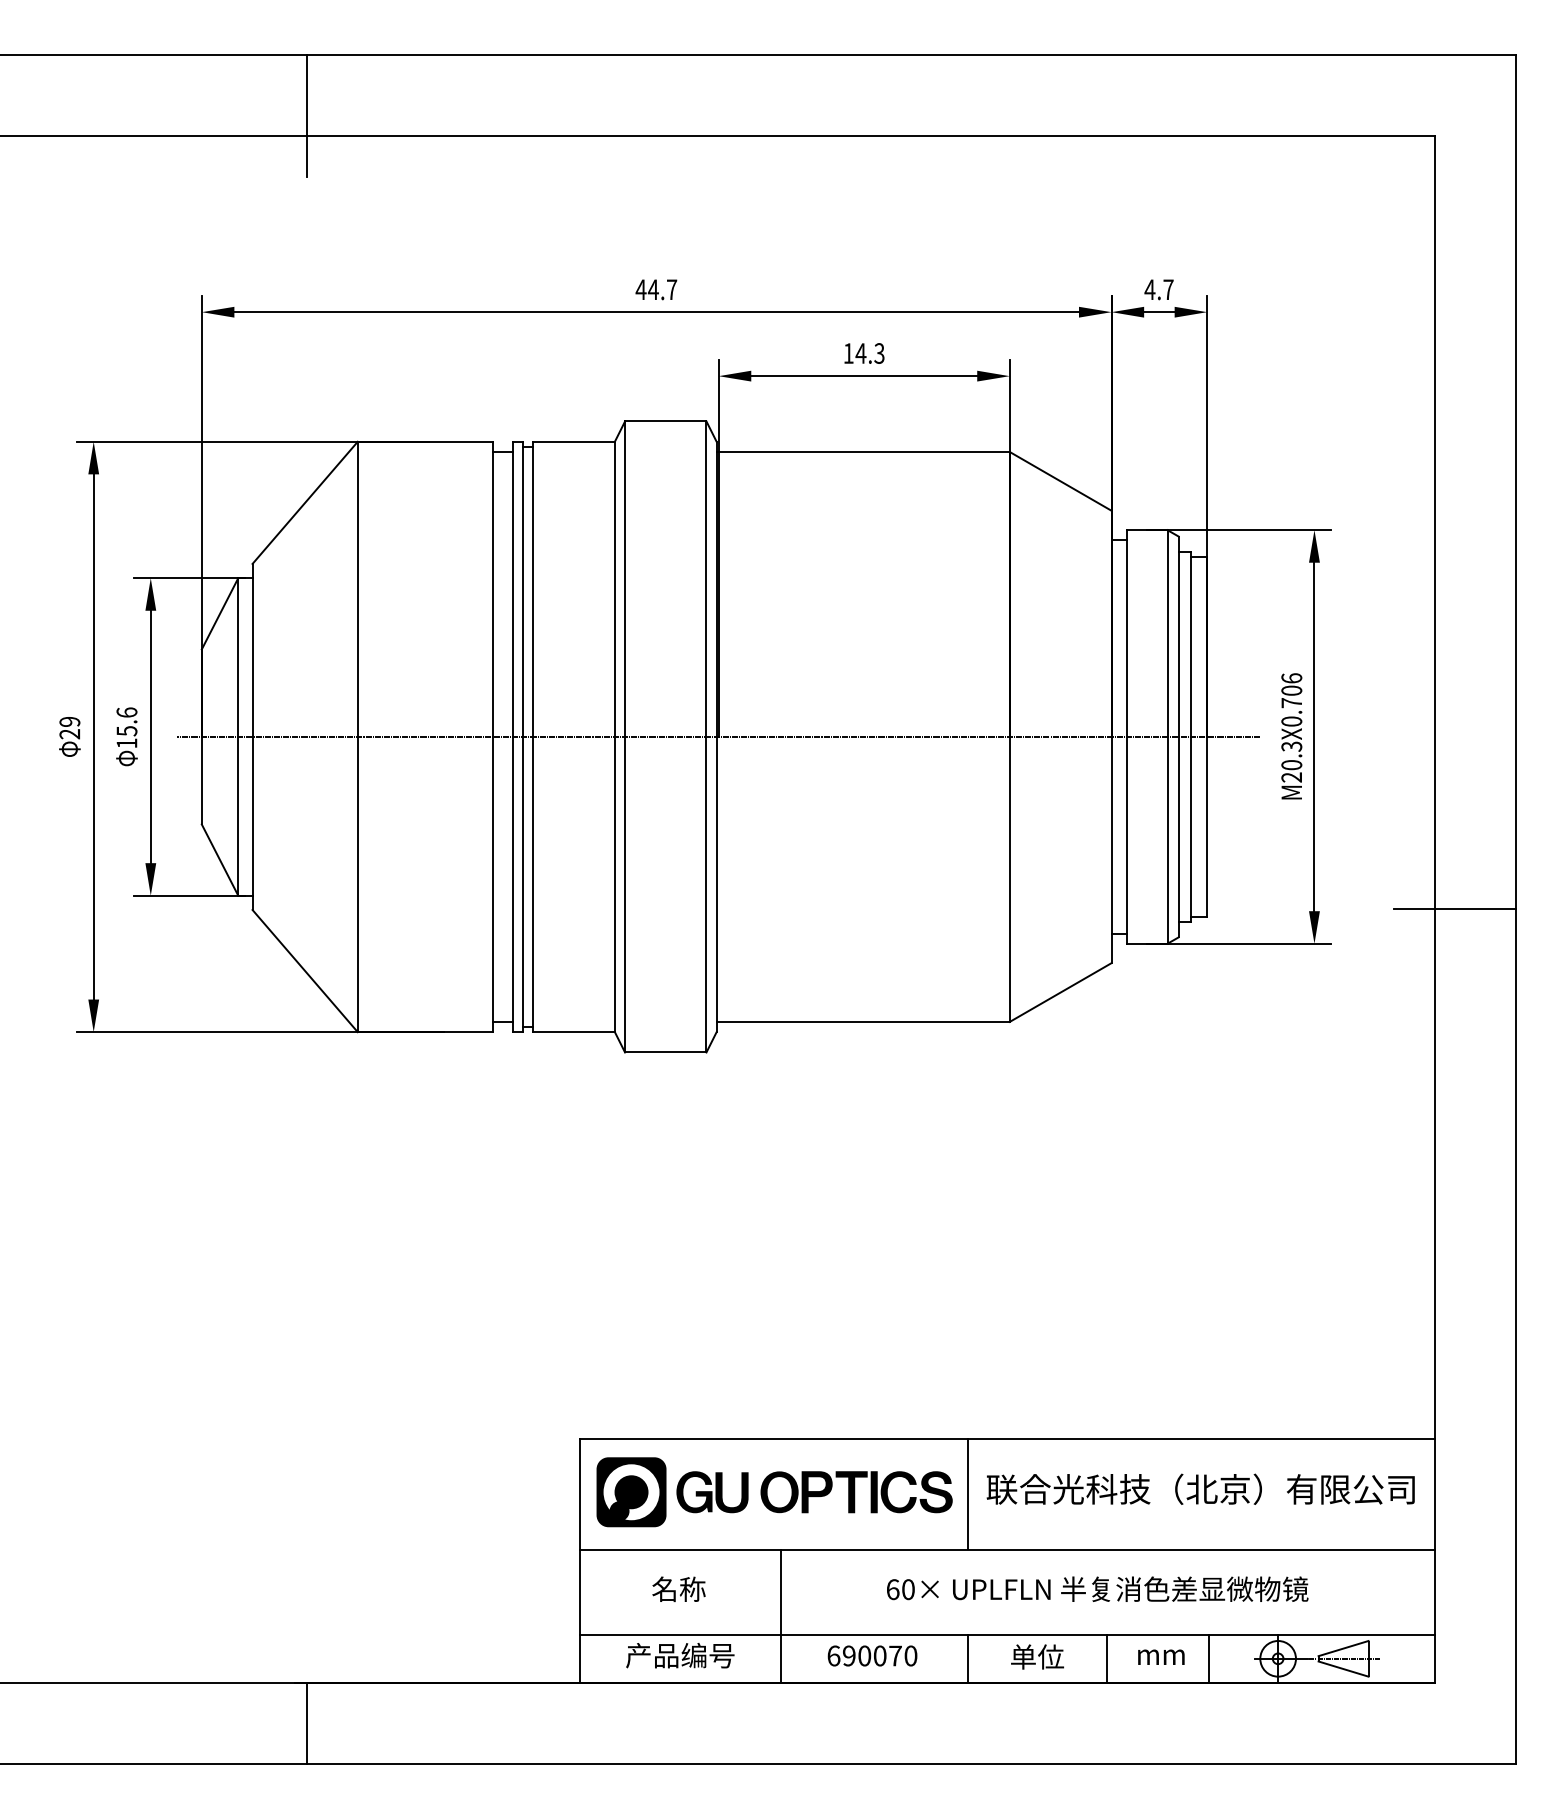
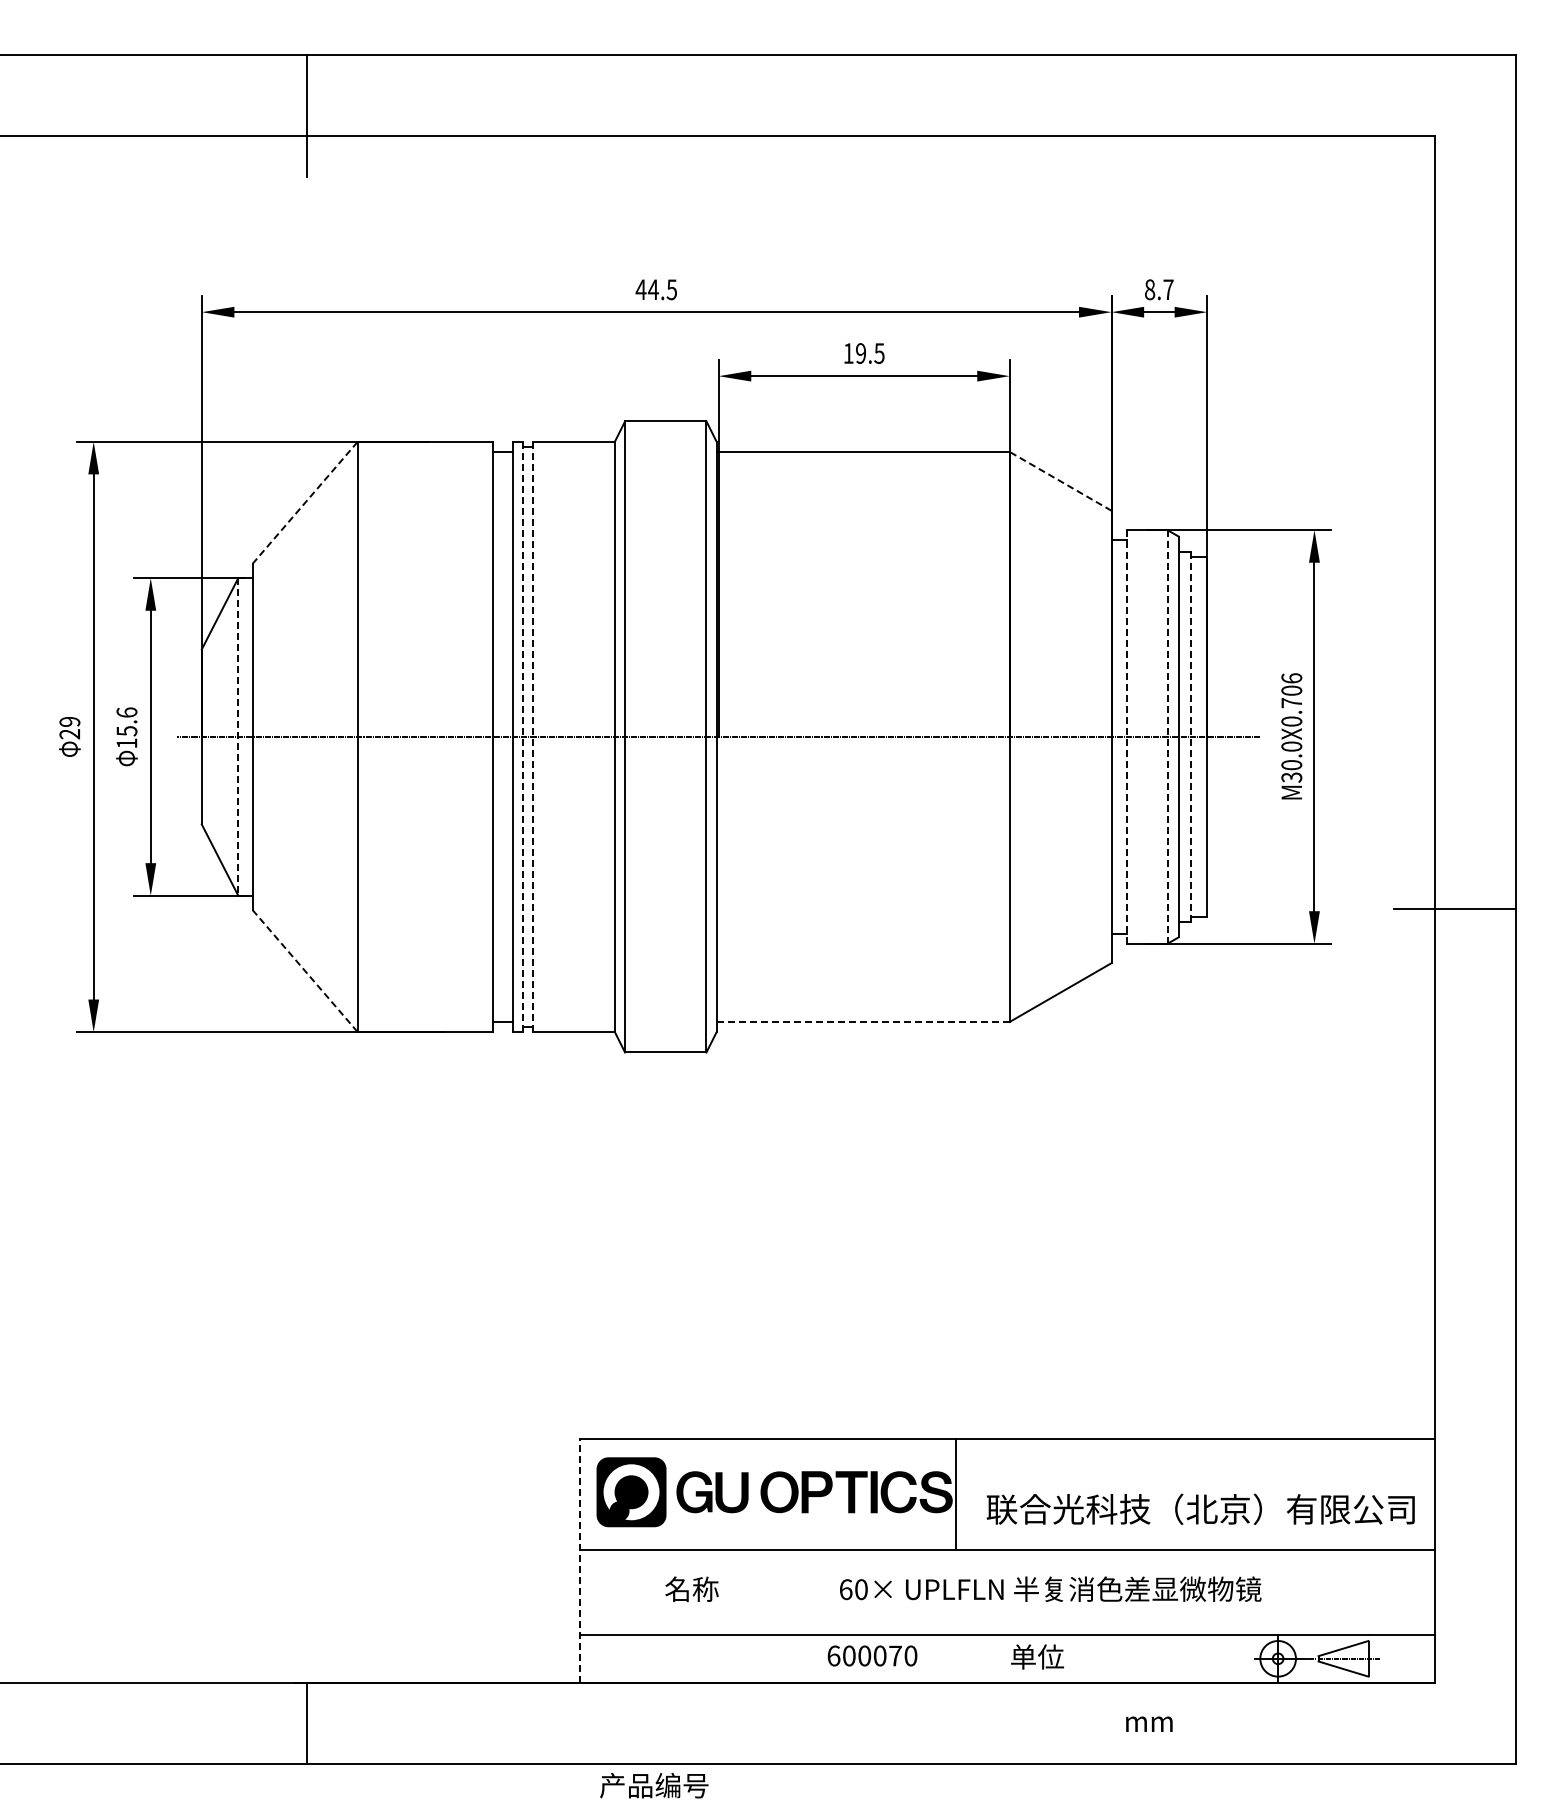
text at (671, 289): 44.7 -> 44.5
text at (1149, 289): 4.7 -> 8.7
text at (869, 353): 14.3 -> 19.5
line at (1060, 481): solid -> dashed
line at (305, 502): solid -> dashed
line at (238, 736): solid -> dashed
line at (1126, 736): solid -> dashed
line at (1167, 736): solid -> dashed
line at (523, 737): solid -> dashed
line at (533, 737): solid -> dashed
line at (1190, 737): solid -> dashed
text at (1291, 761): M20.3X0.706 -> M30.0X0.706
line at (305, 971): solid -> dashed
line at (863, 1021): solid -> dashed
text at (1200, 1488) position: (1200, 1488) -> (1200, 1508)
line at (967, 1493) position: (967, 1493) -> (955, 1493)
line at (579, 1560): solid -> dashed
text at (1097, 1588) position: (1097, 1588) -> (1050, 1588)
text at (678, 1589) position: (678, 1589) -> (691, 1589)
line at (781, 1616): present -> none
text at (680, 1655) position: (680, 1655) -> (654, 1785)
text at (849, 1655): 690070 -> 600070
text at (1161, 1656) position: (1161, 1656) -> (1149, 1723)
line at (967, 1659): present -> none
line at (1106, 1659): present -> none
line at (1209, 1659): present -> none
